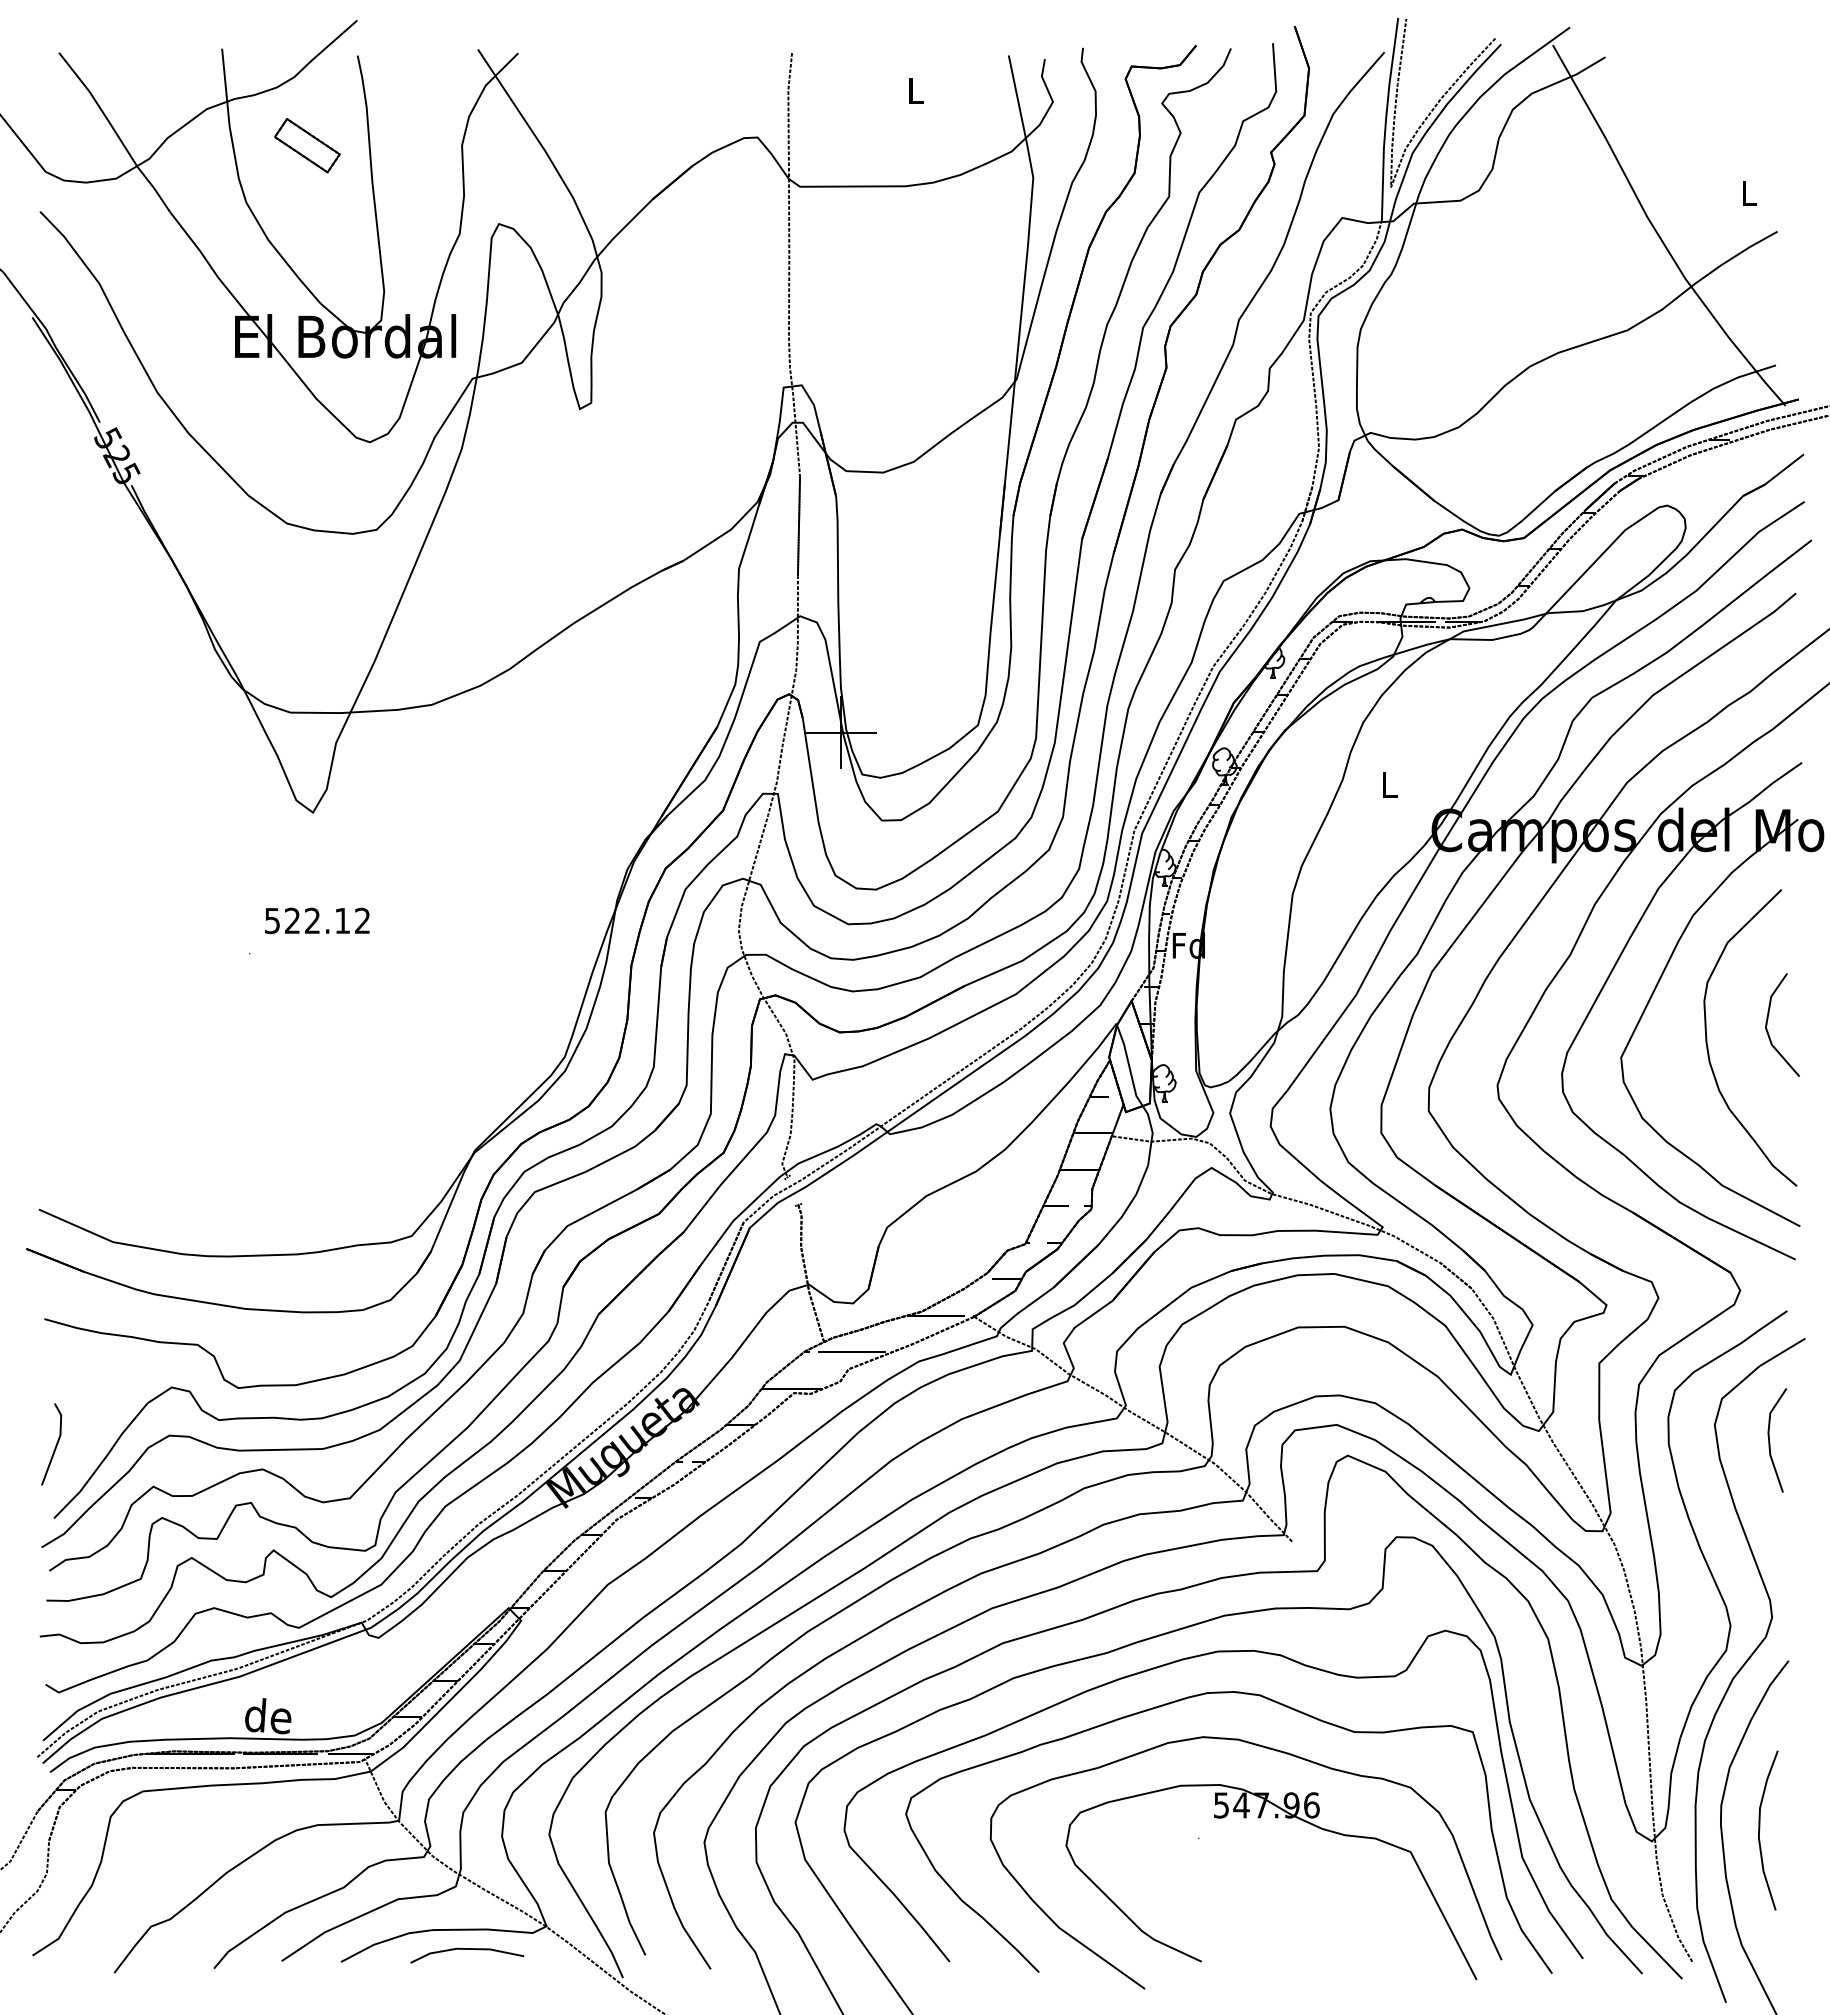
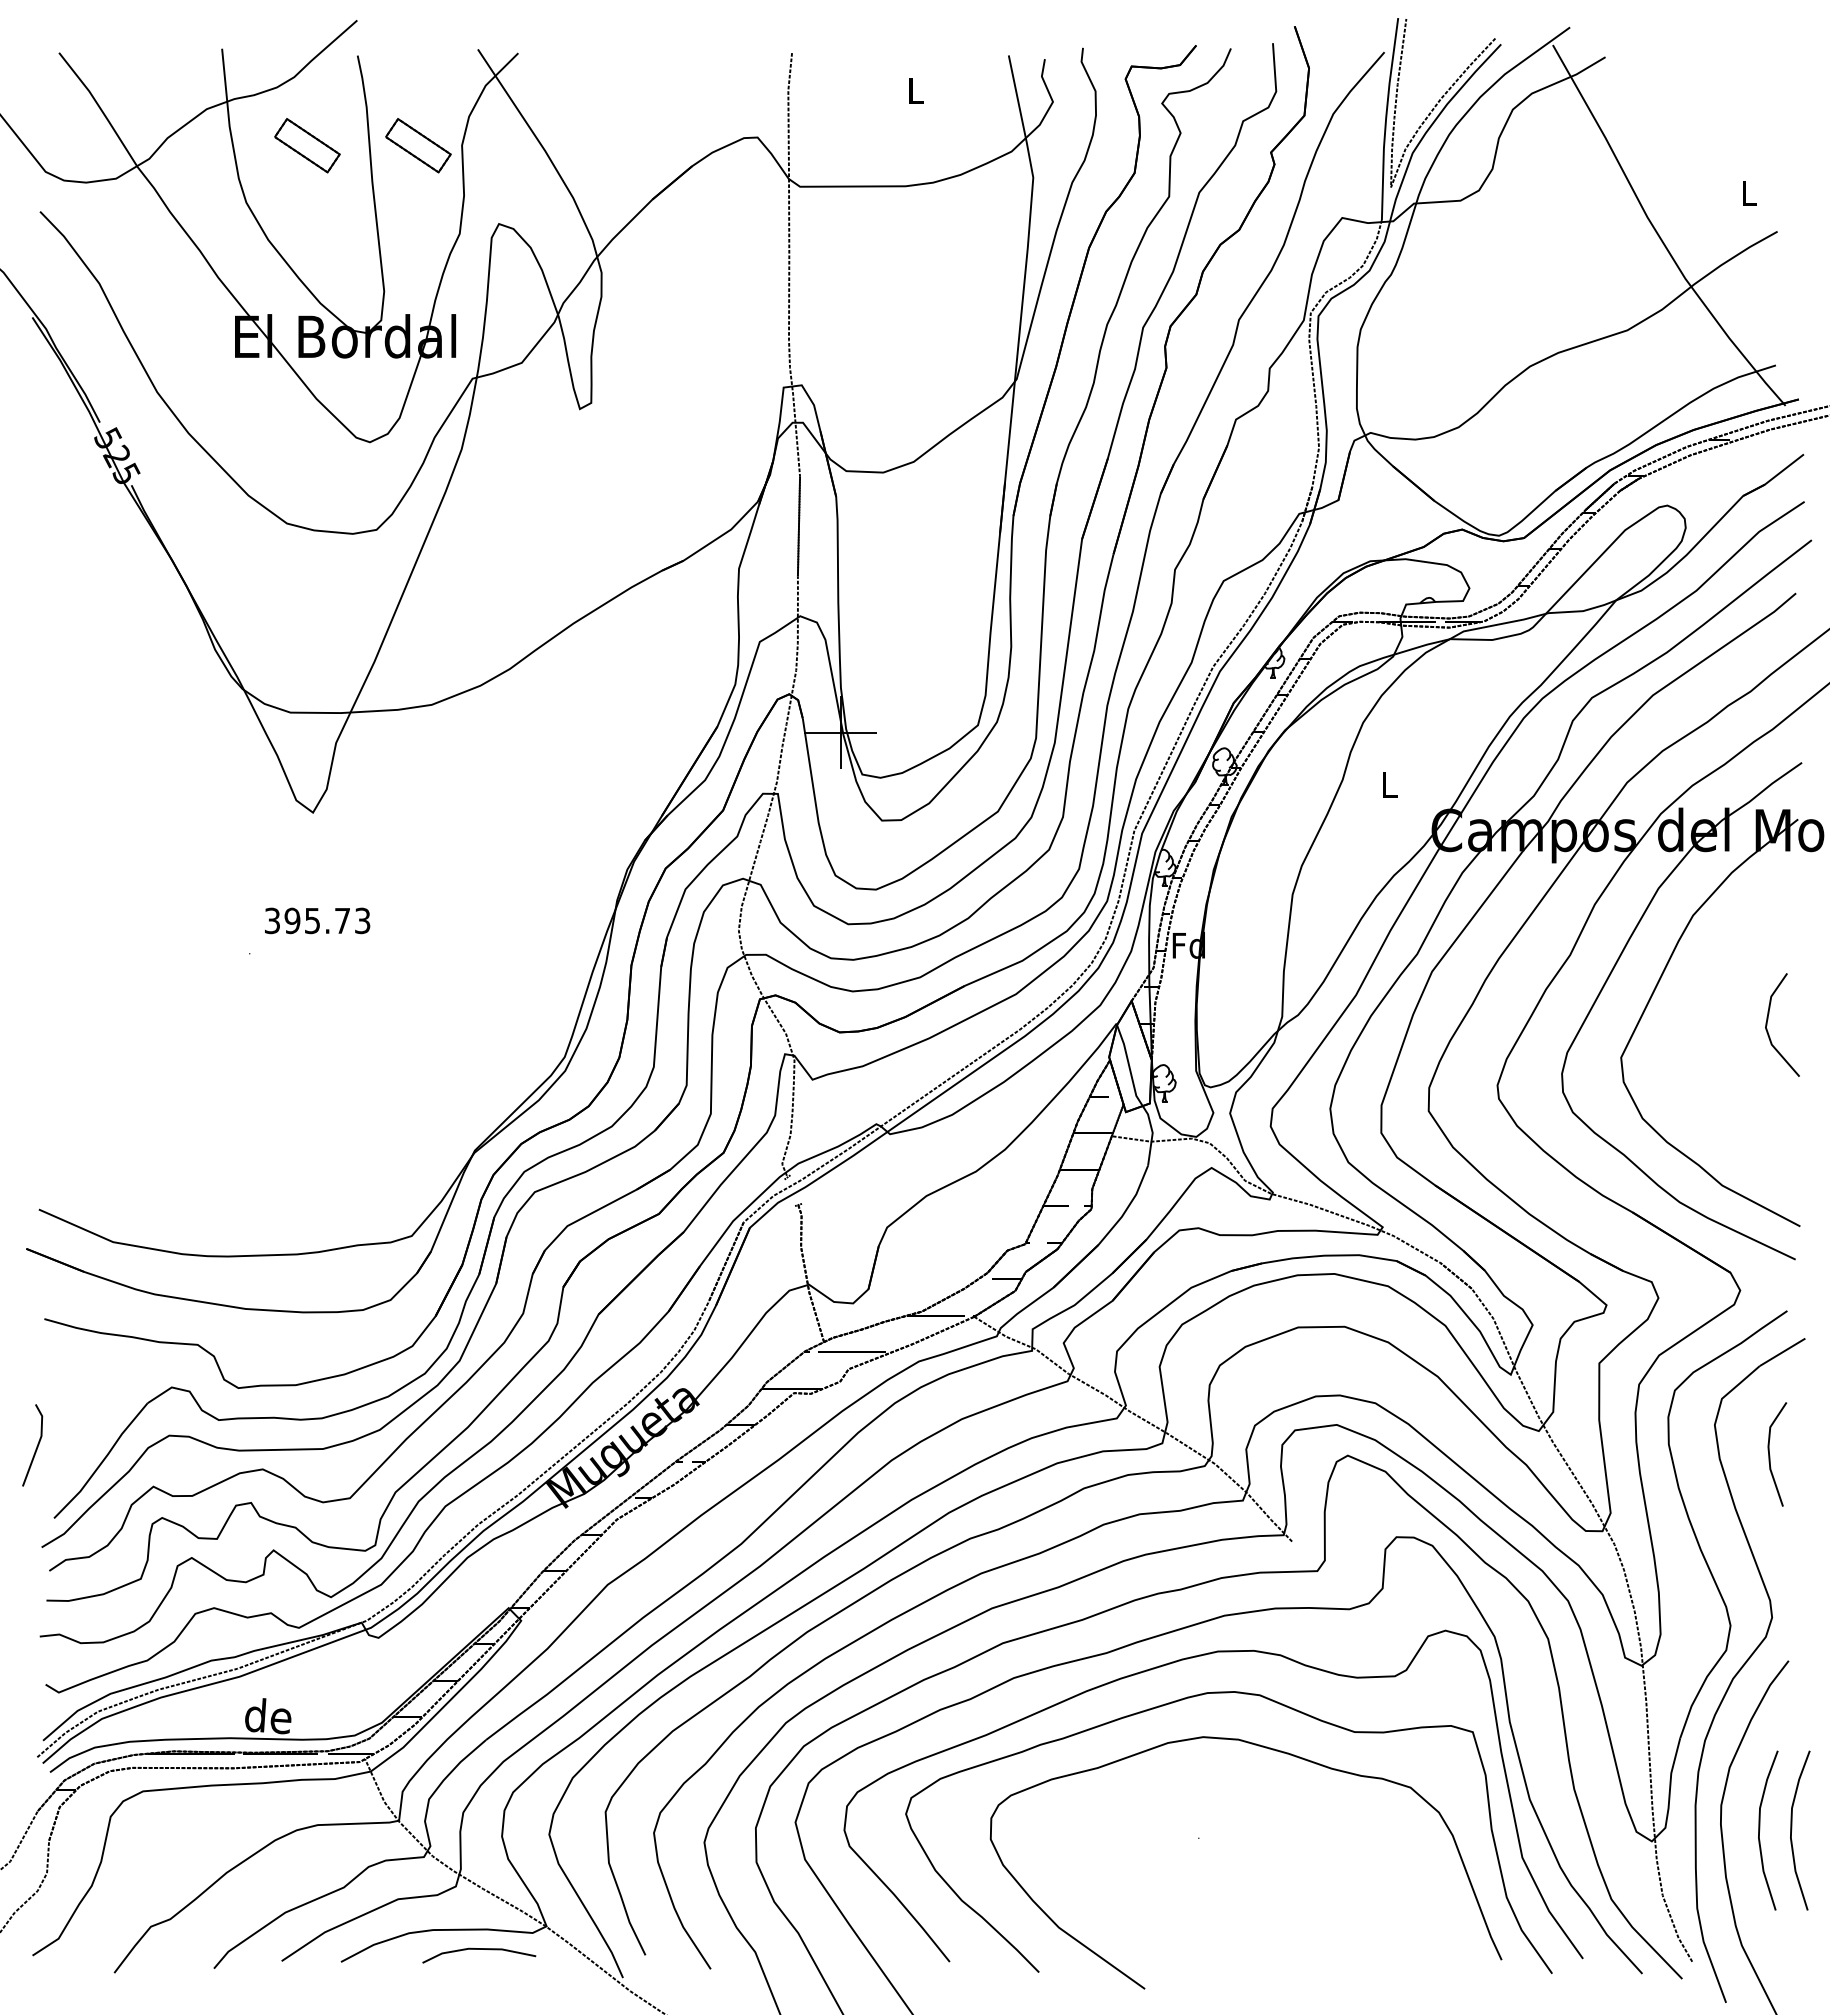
part at (418, 145): none -> present
text at (317, 920): 522.12 -> 395.73
curve at (1708, 1046): present -> none
line at (1770, 1441) position: (1770, 1441) -> (1770, 1455)
line at (55, 1445) position: (55, 1445) -> (36, 1446)
part at (1275, 1818): present -> none
curve at (1792, 1830): none -> present
line at (467, 1949) position: (467, 1949) -> (479, 1949)
